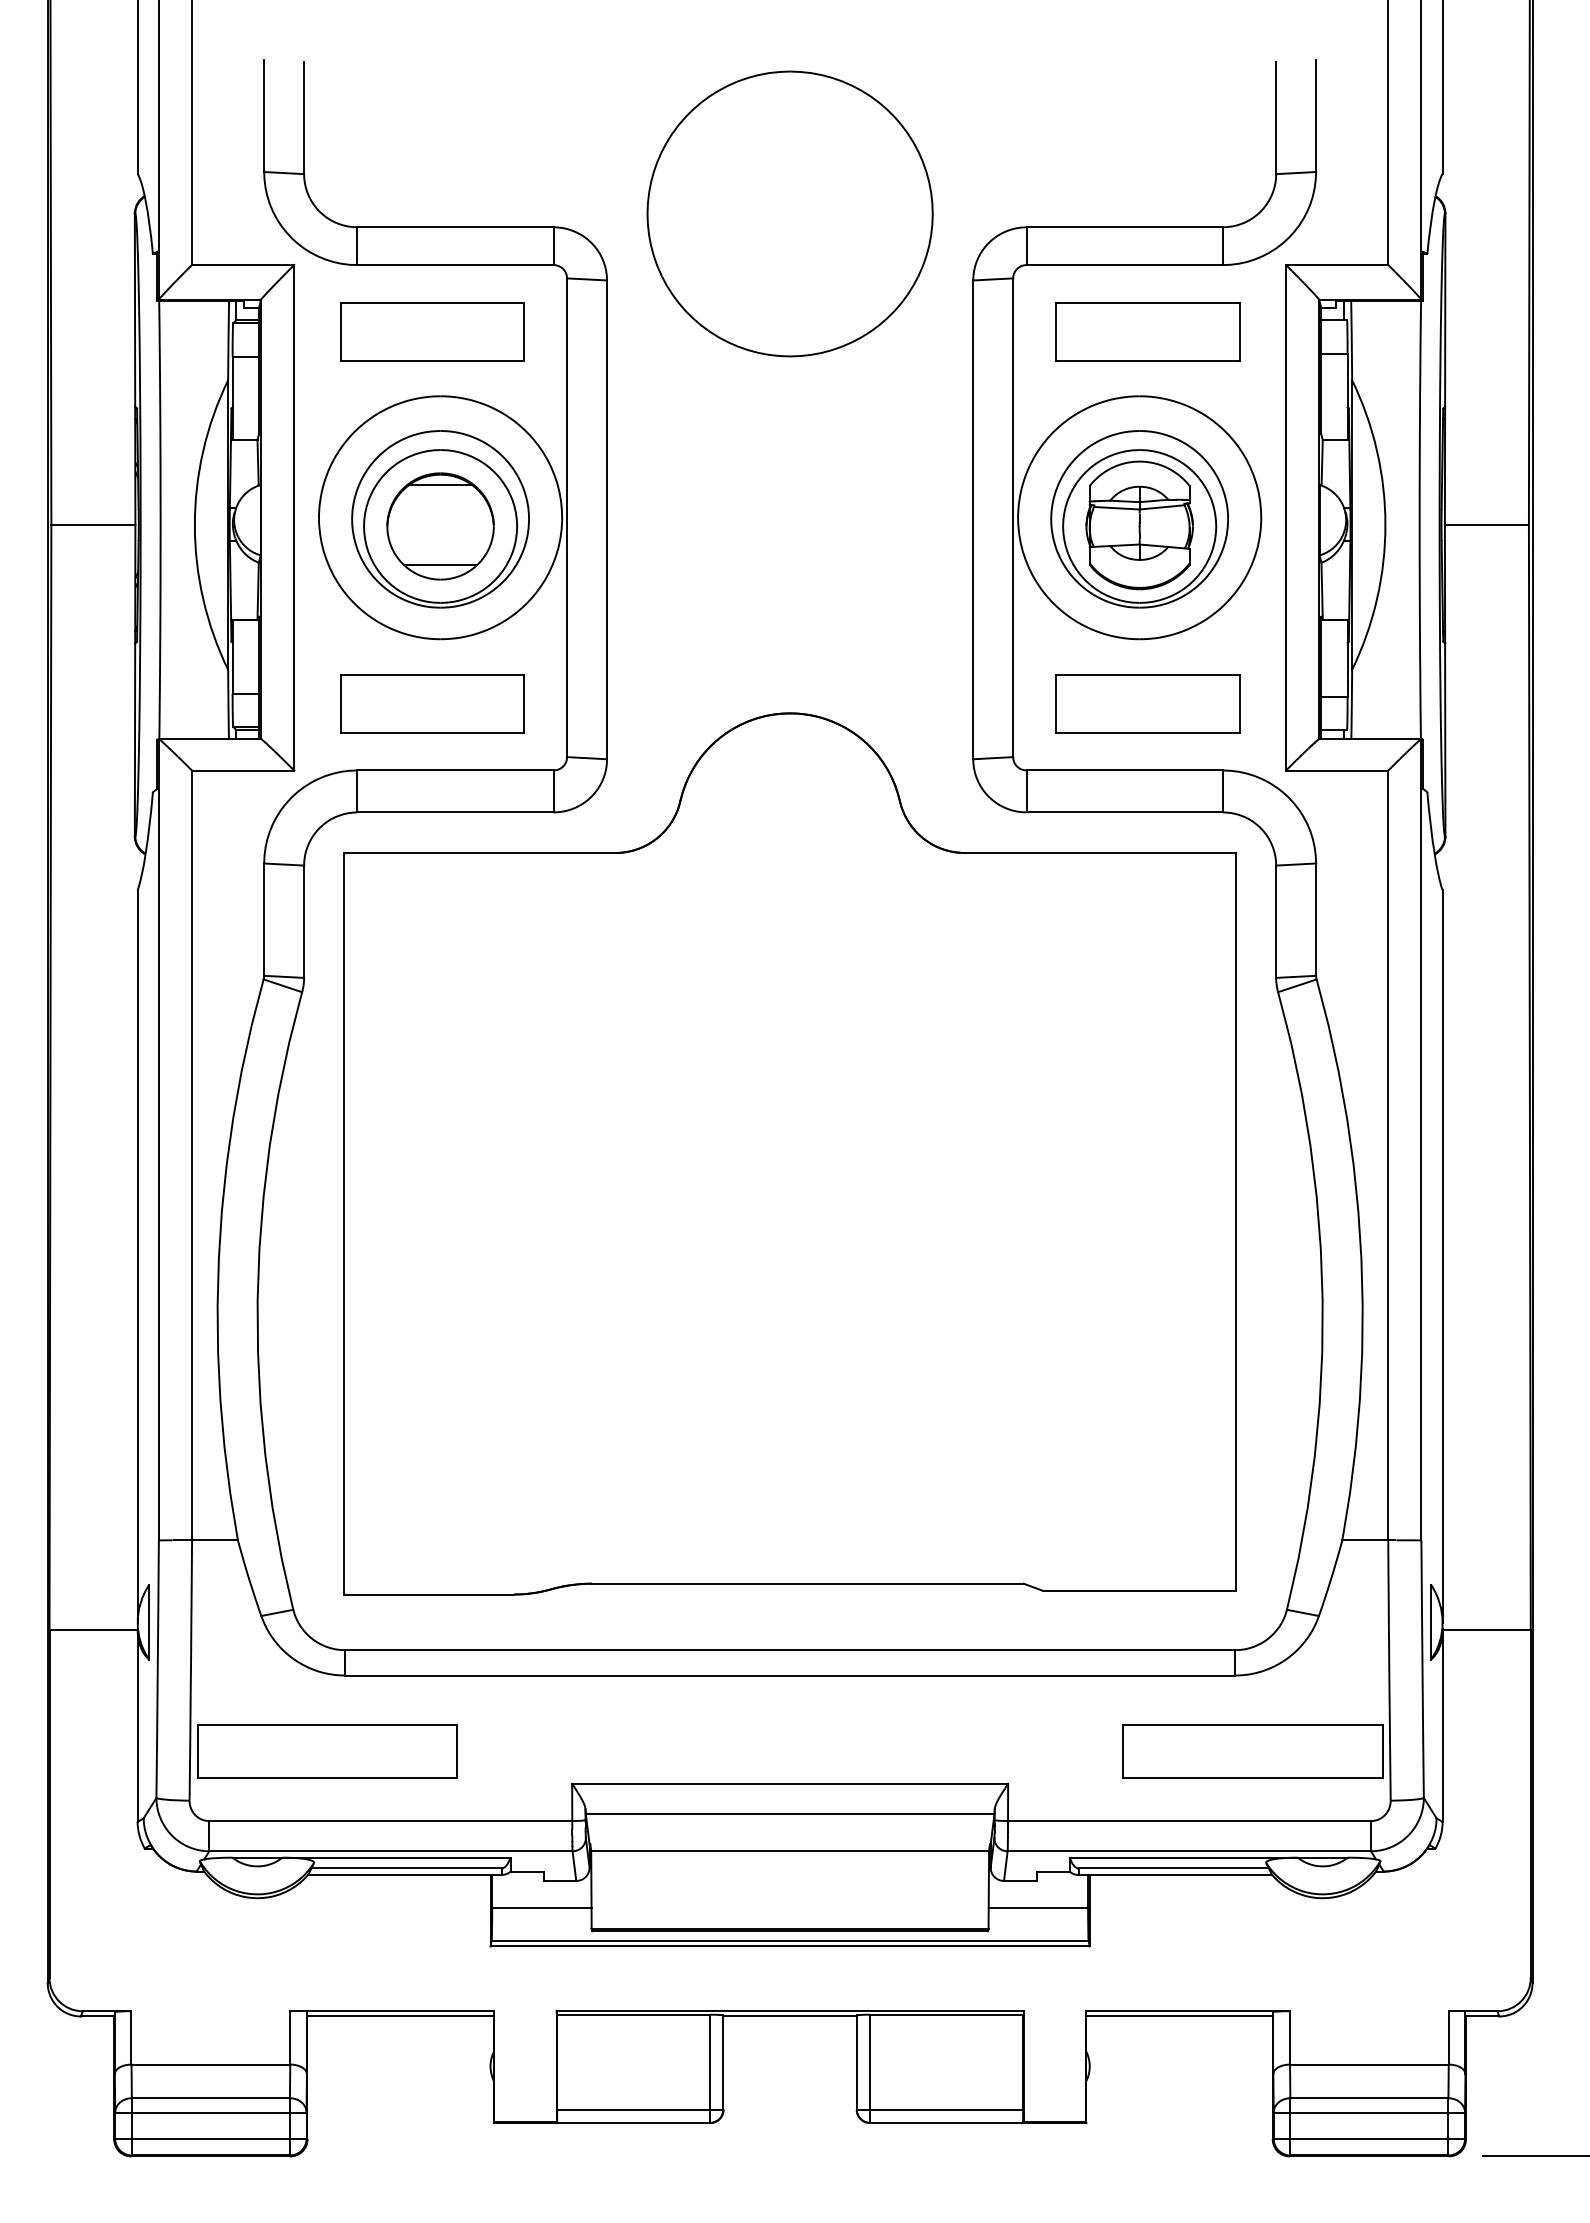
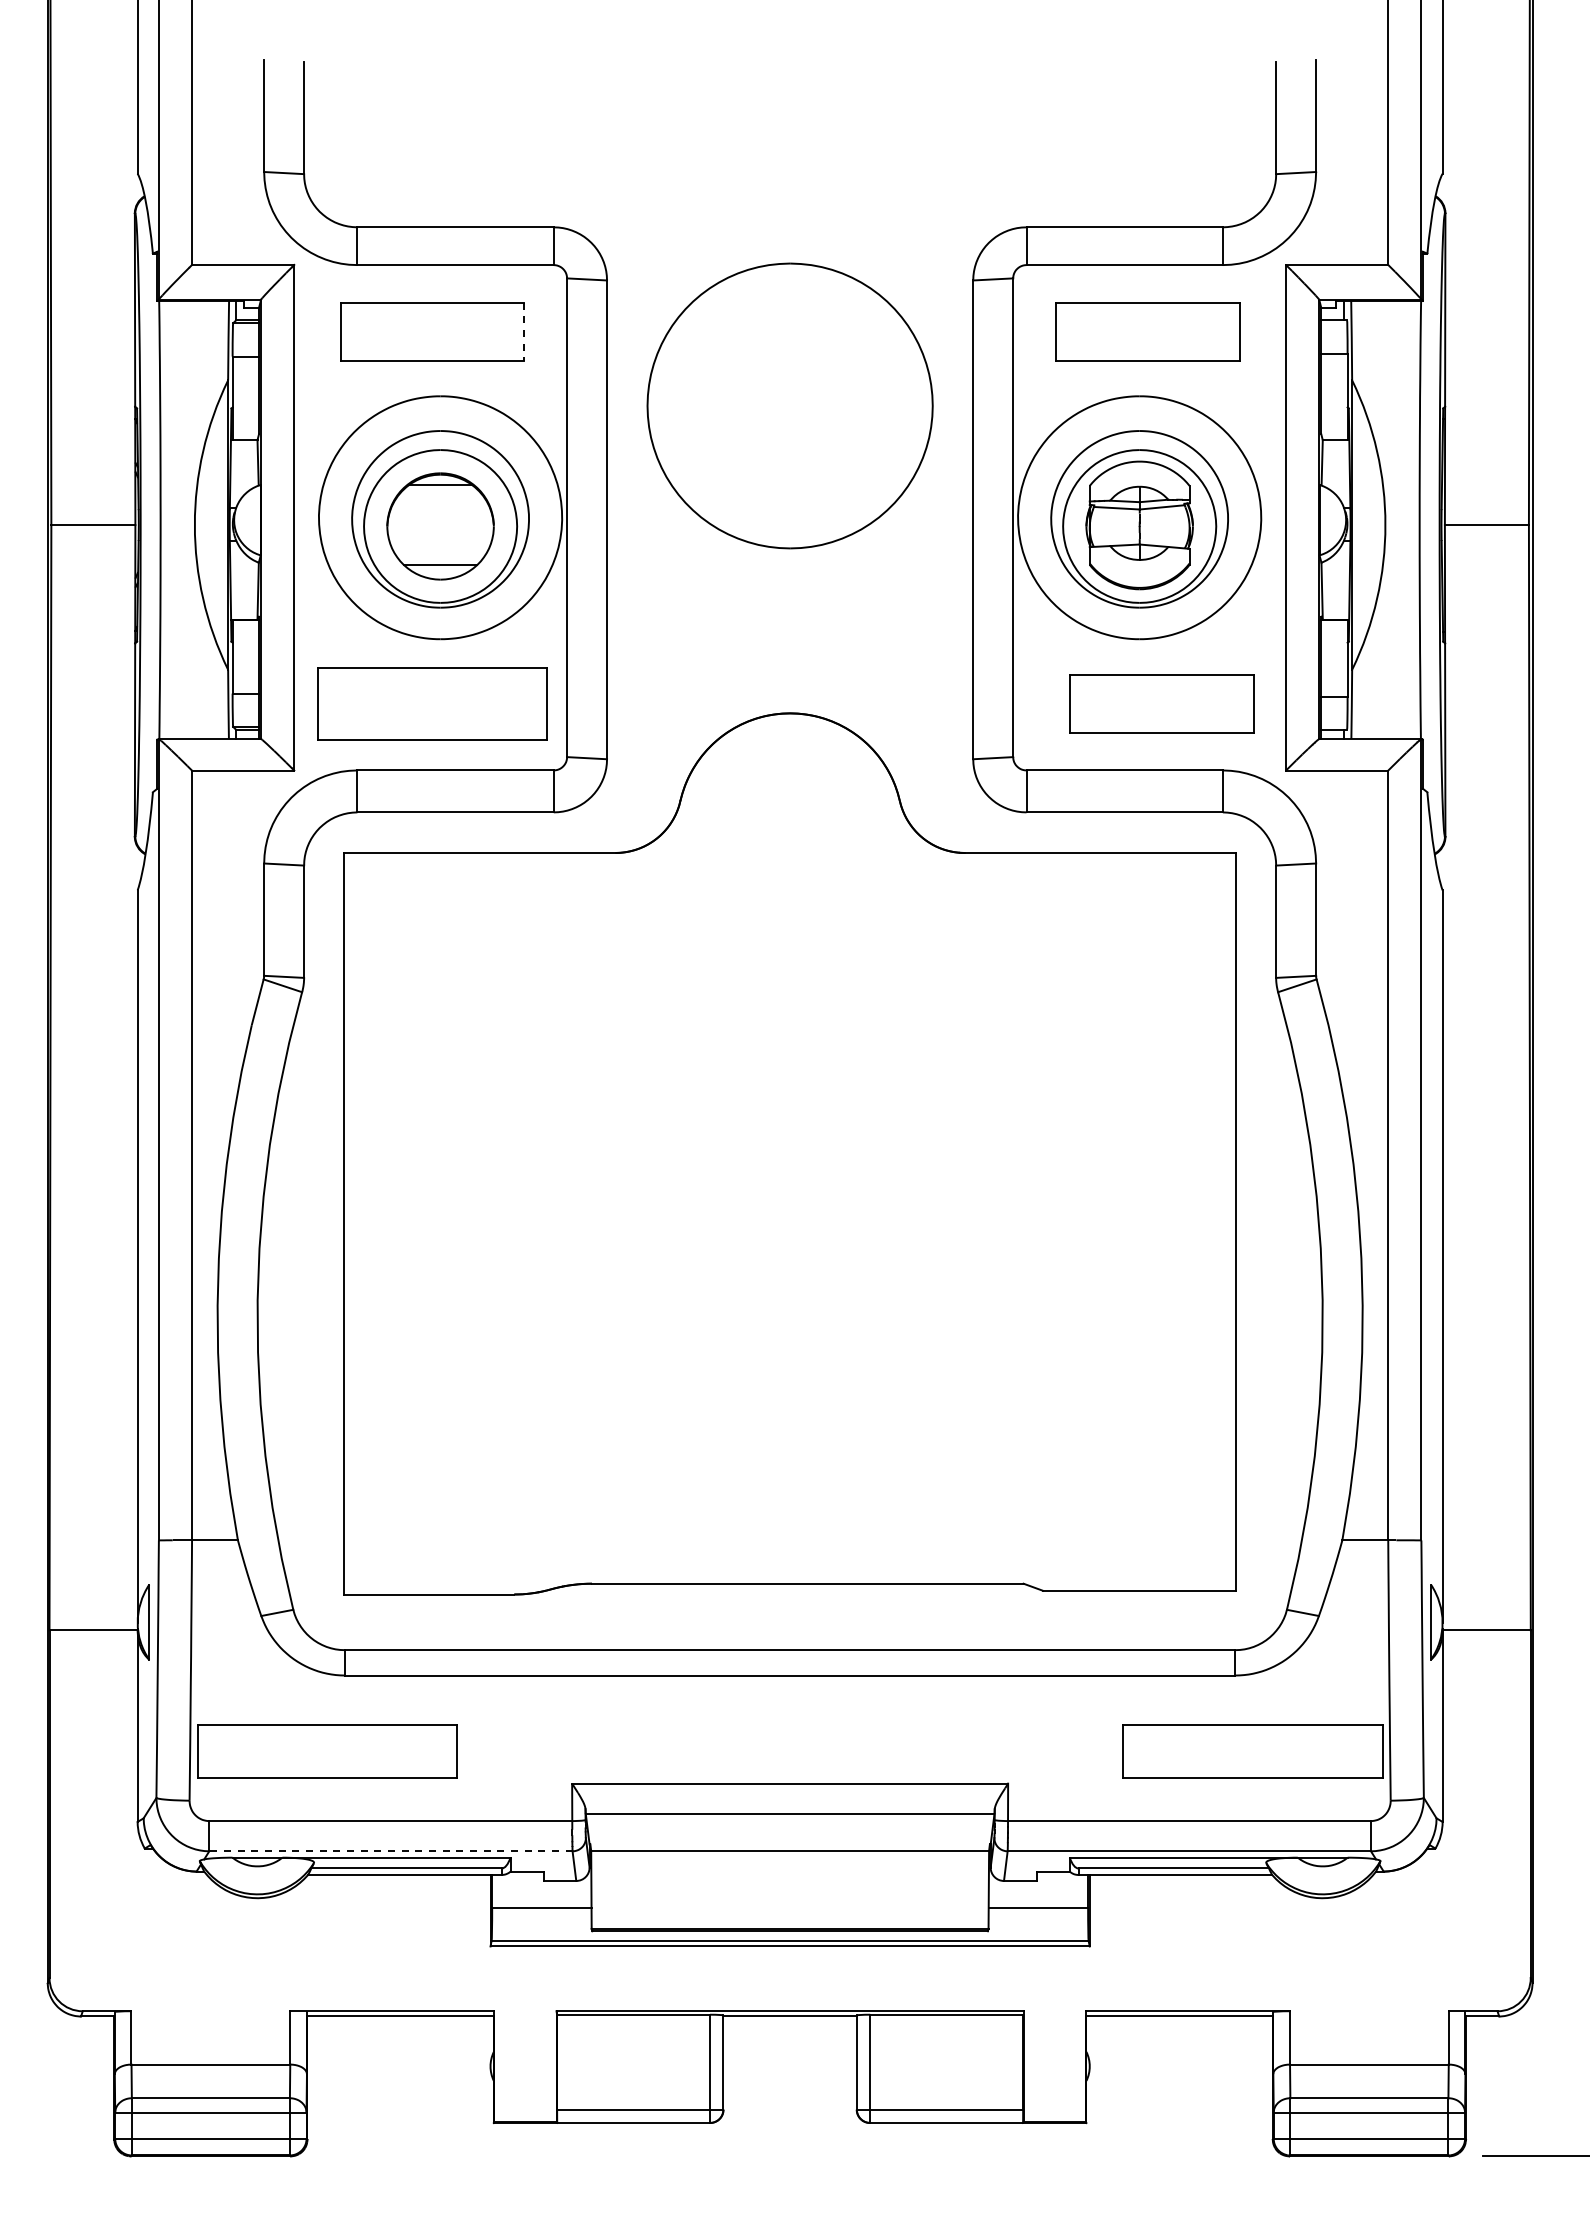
part at (789, 213) position: (789, 213) -> (789, 405)
line at (523, 331): solid -> dashed
part at (432, 703) size: 185x60 px -> 231x74 px
part at (1147, 703) position: (1147, 703) -> (1161, 703)
line at (390, 1851): solid -> dashed
